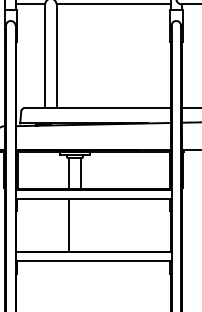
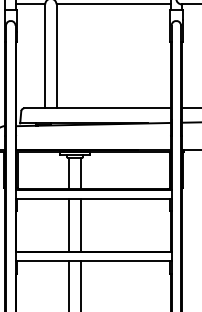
line at (80, 225): none -> present
line at (69, 284): none -> present
line at (80, 284): none -> present
